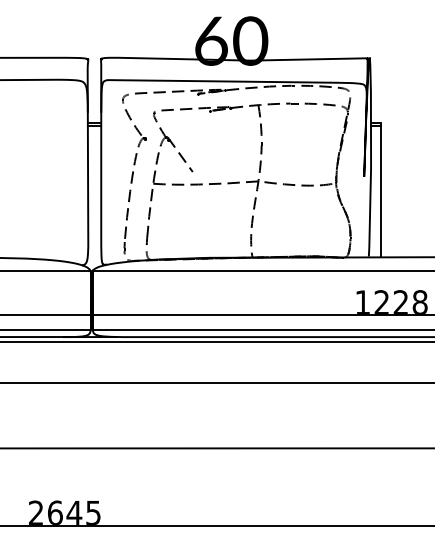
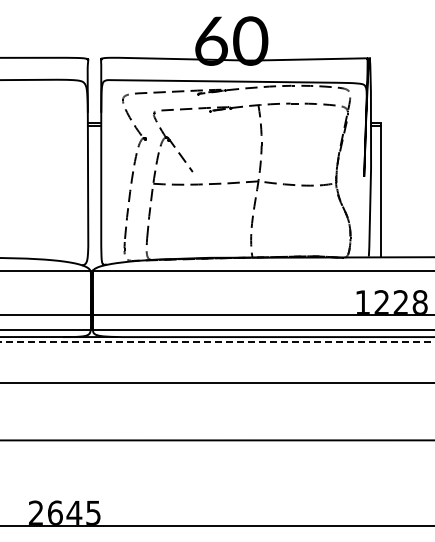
line at (217, 341): solid -> dashed
line at (216, 448) position: (216, 448) -> (216, 440)
